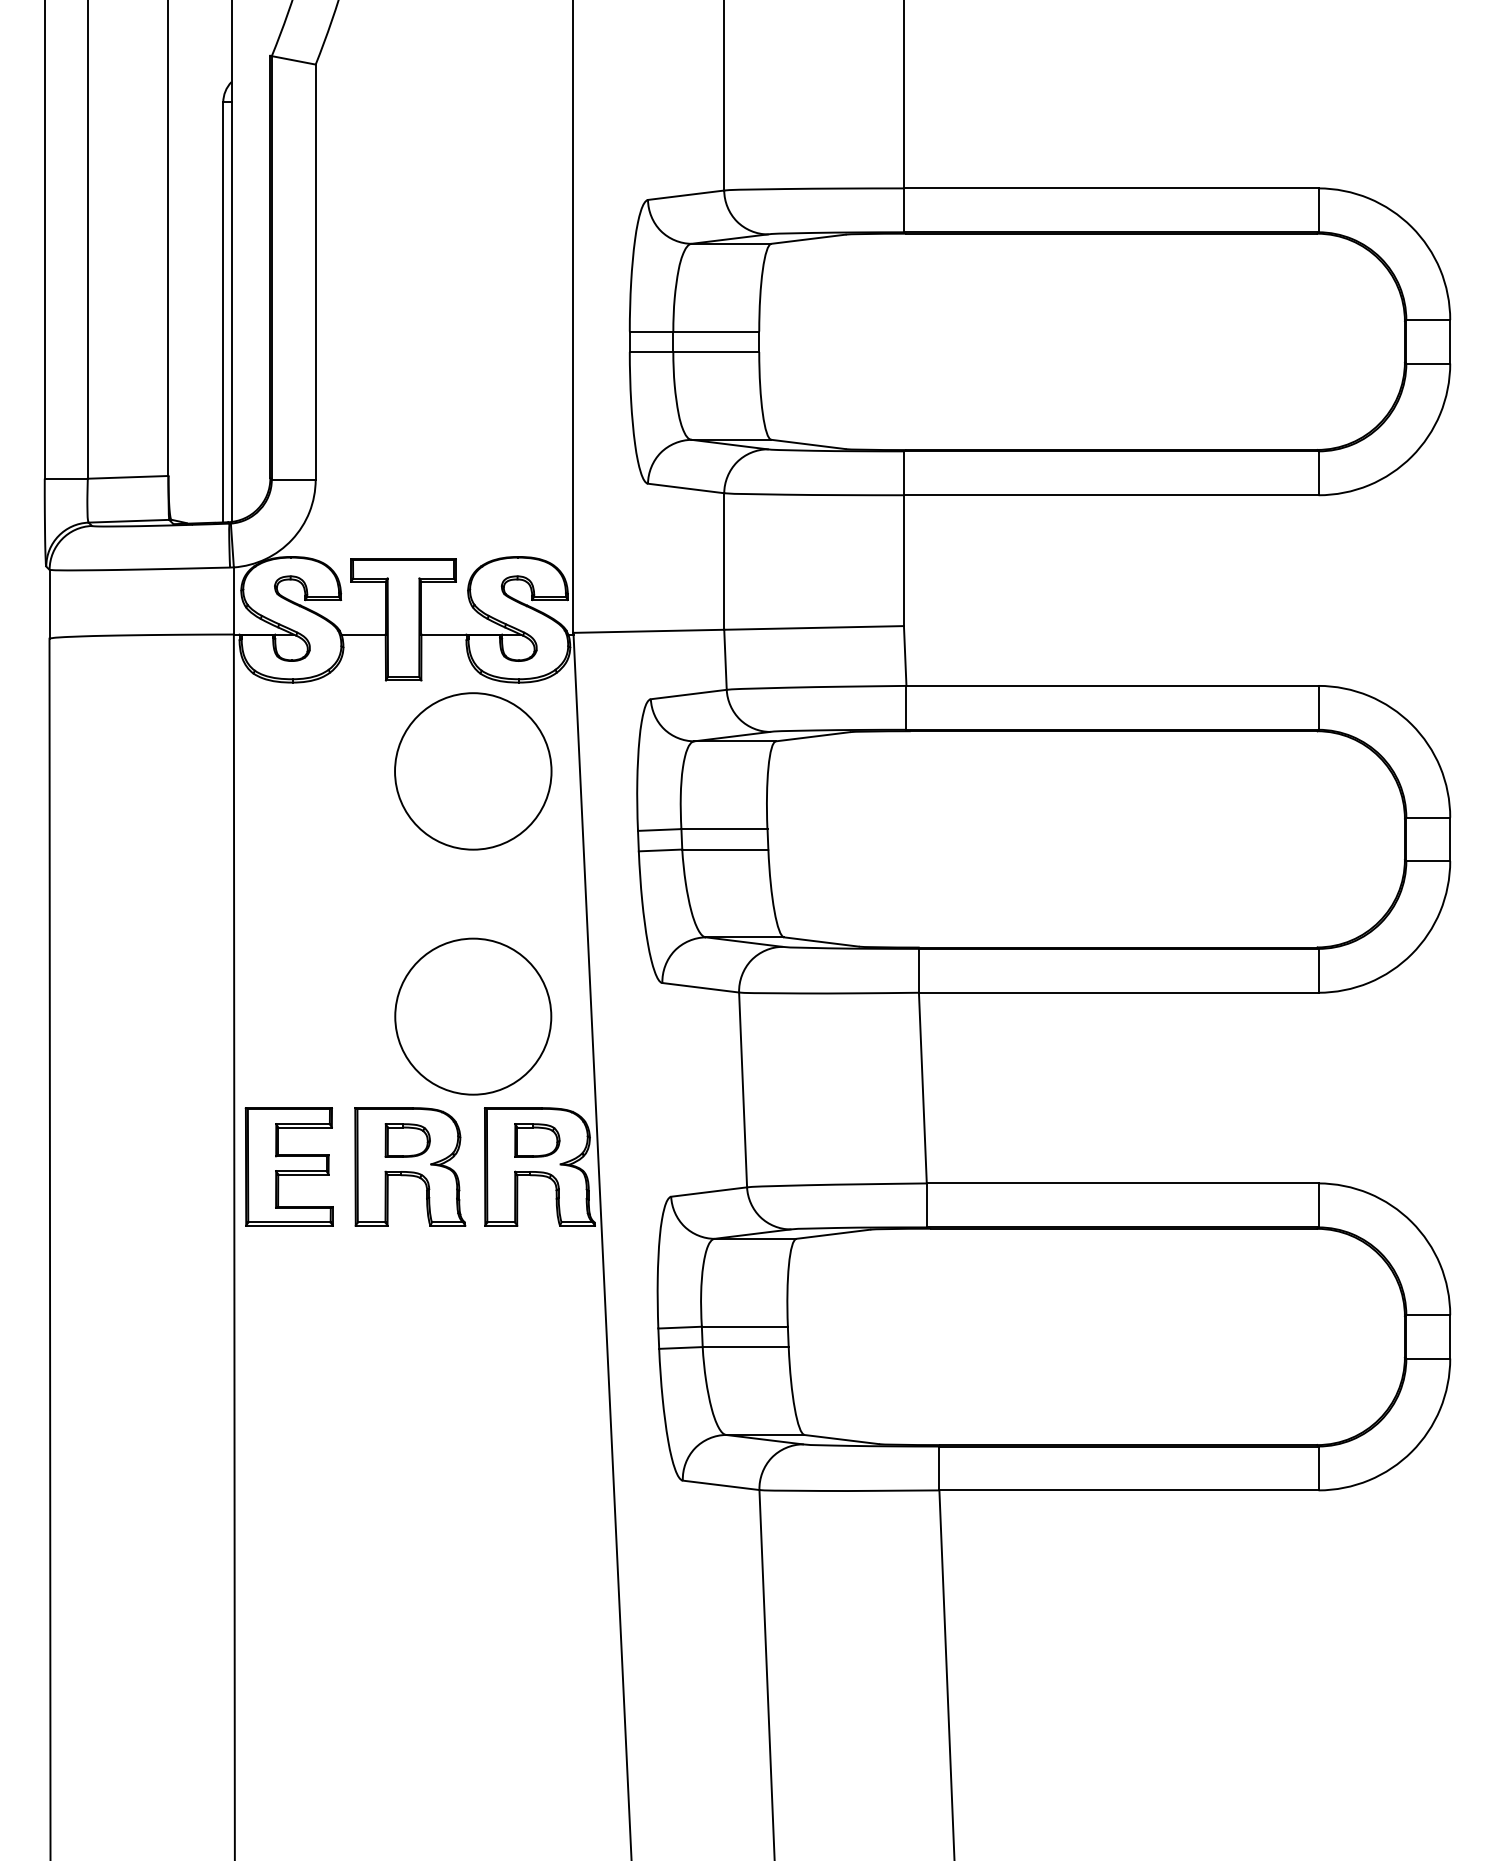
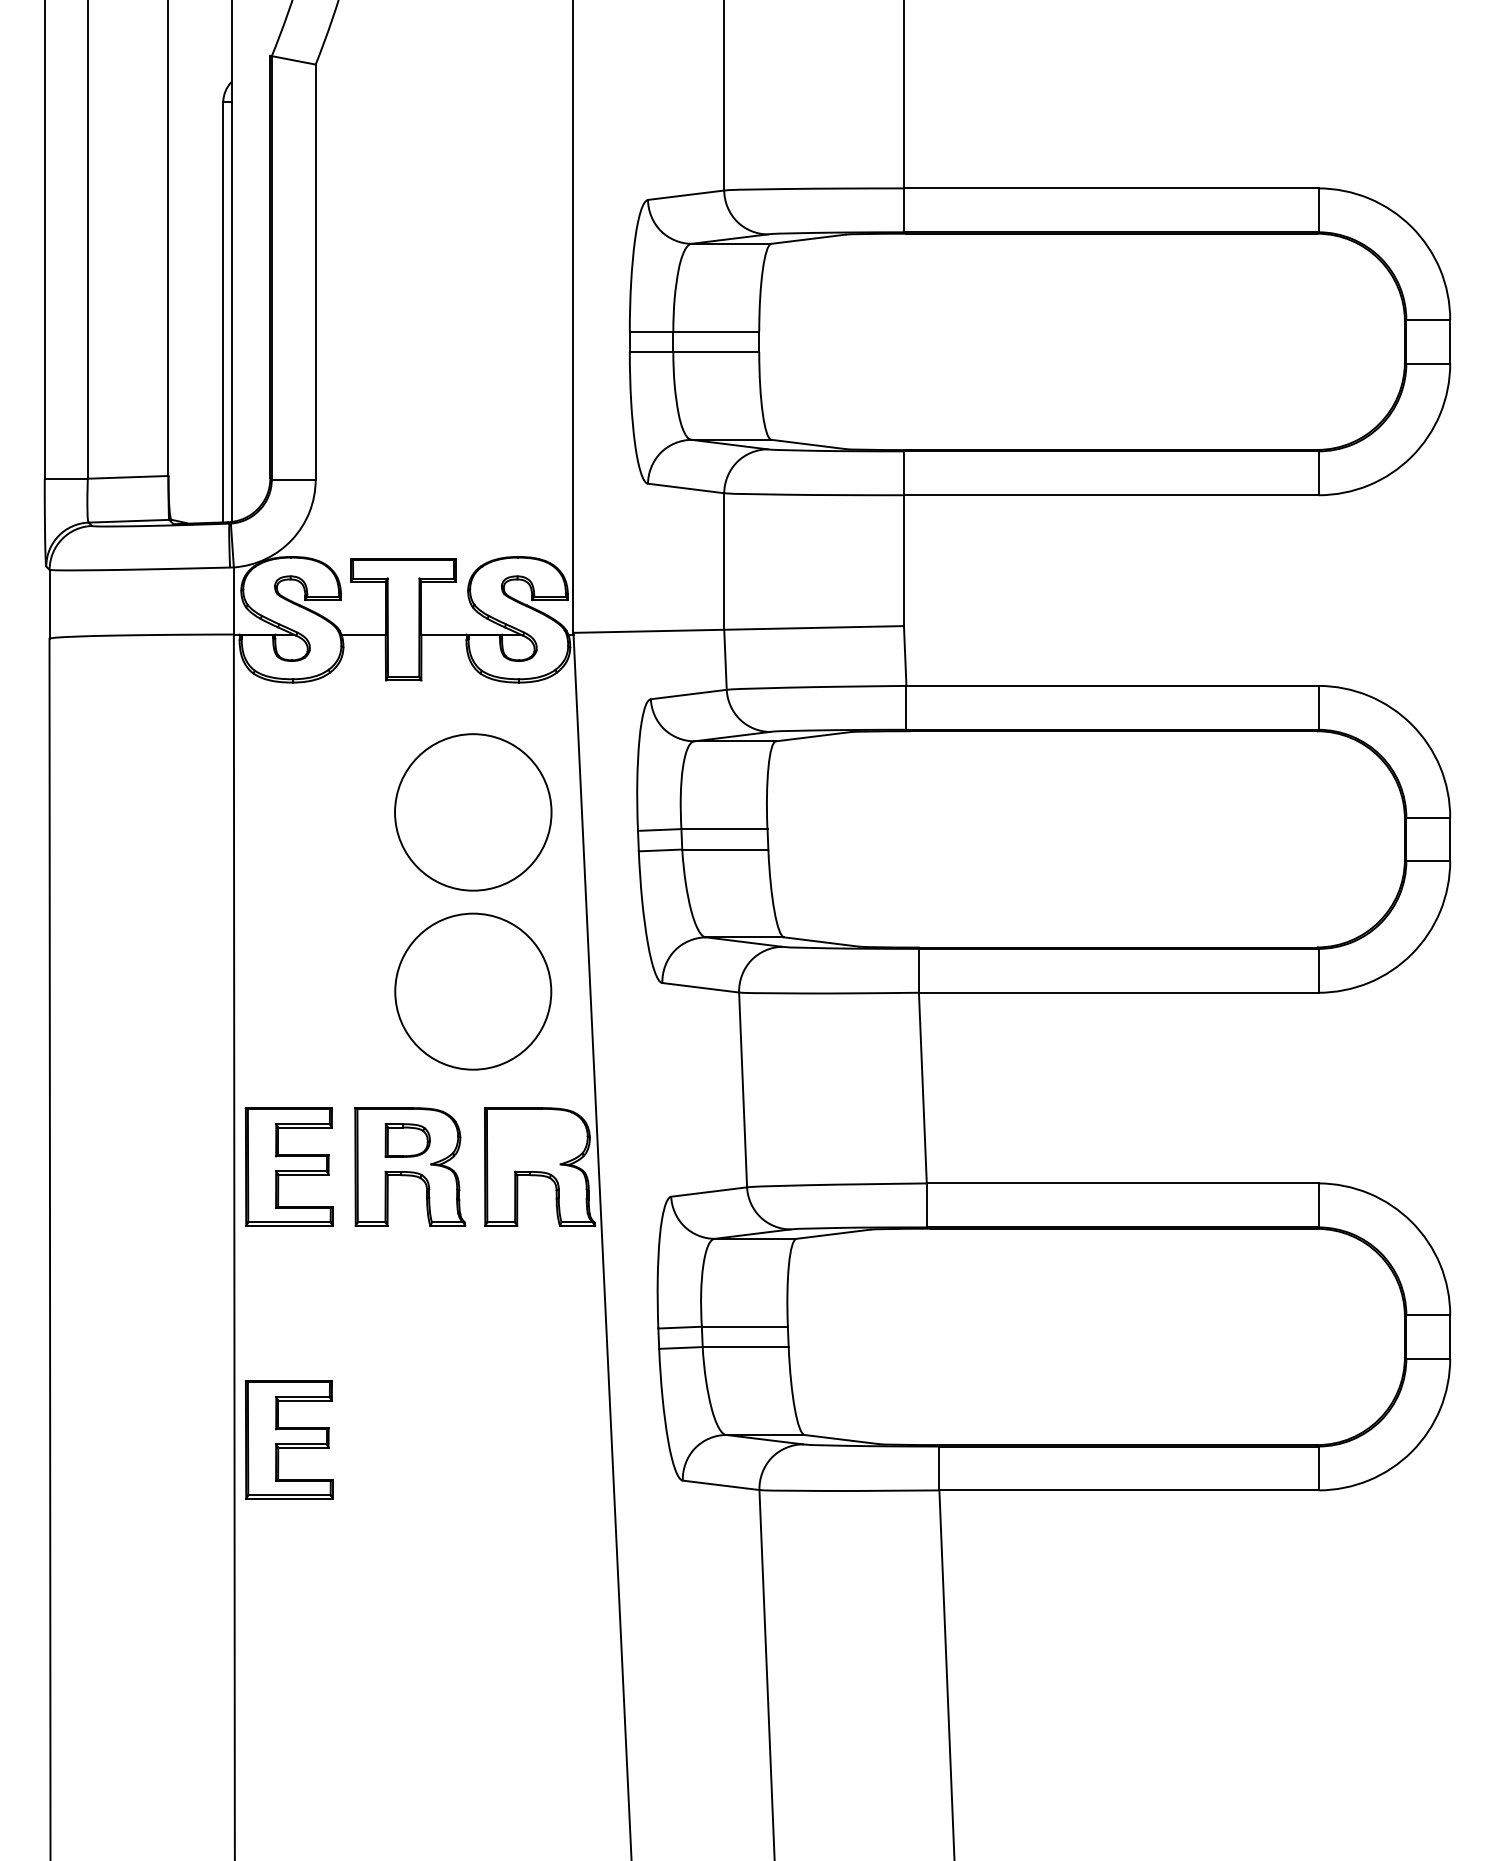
part at (473, 771) position: (473, 771) -> (473, 812)
part at (473, 1016) position: (473, 1016) -> (473, 991)
part at (537, 1140): present -> none
part at (288, 1439): none -> present
